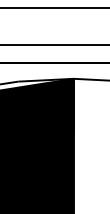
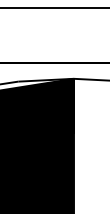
line at (54, 44): present -> none
